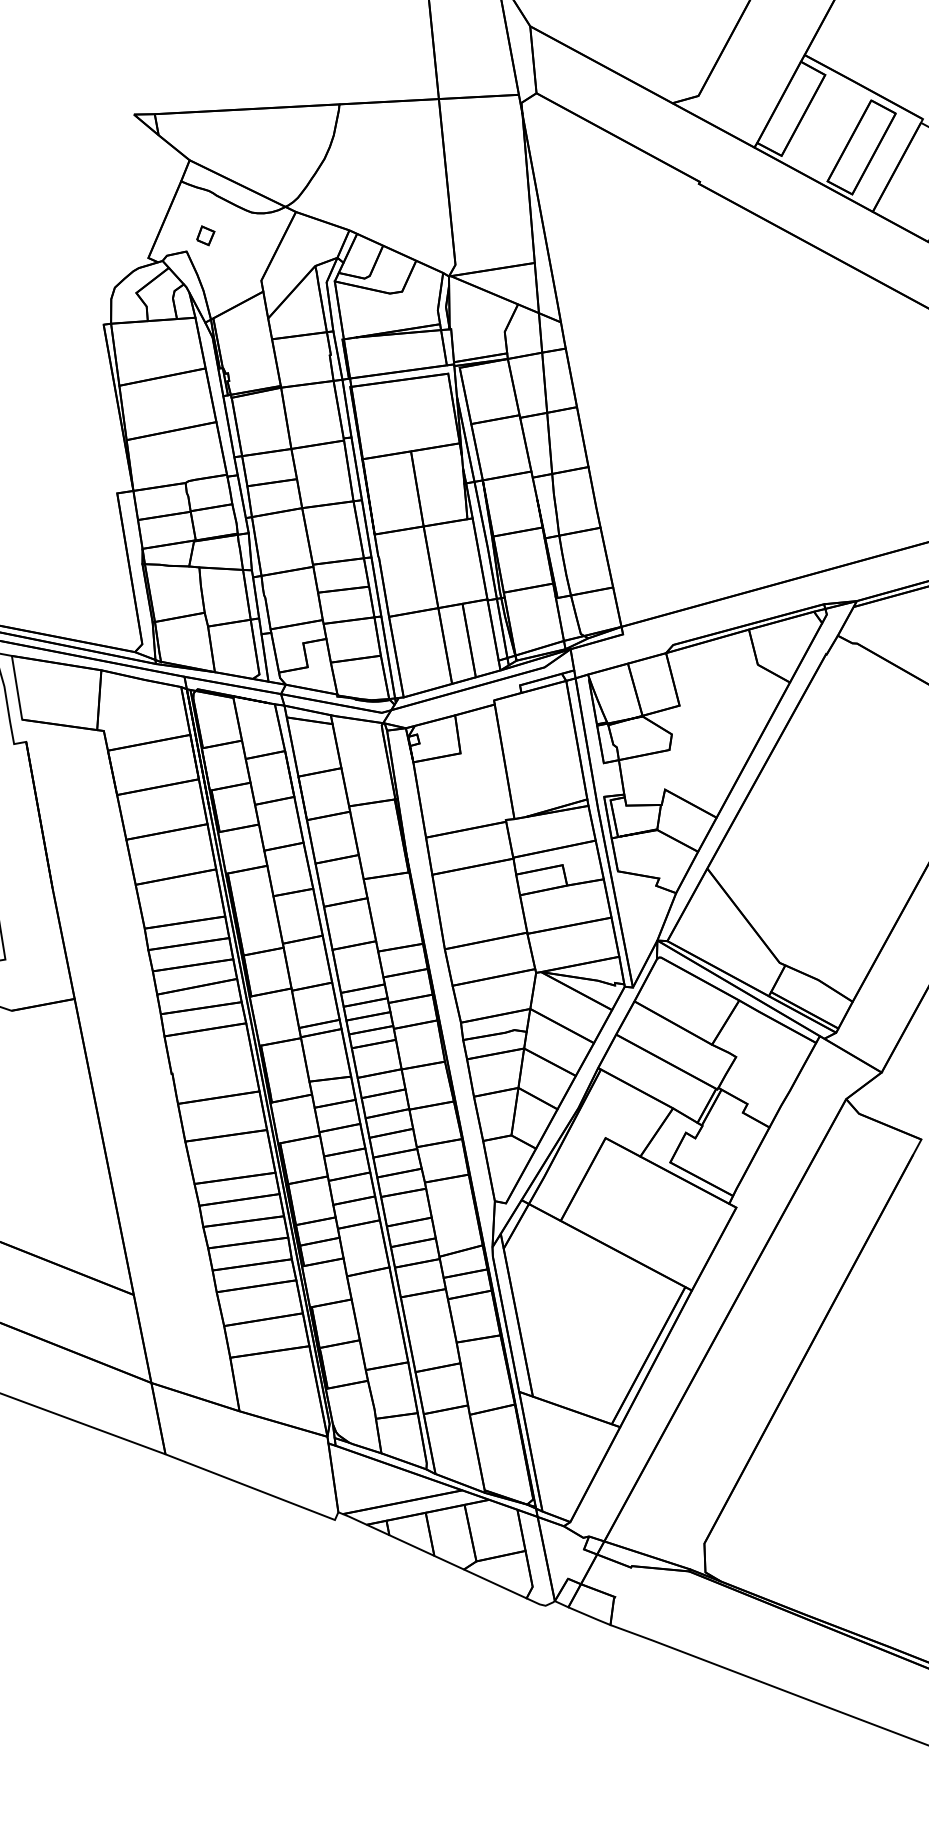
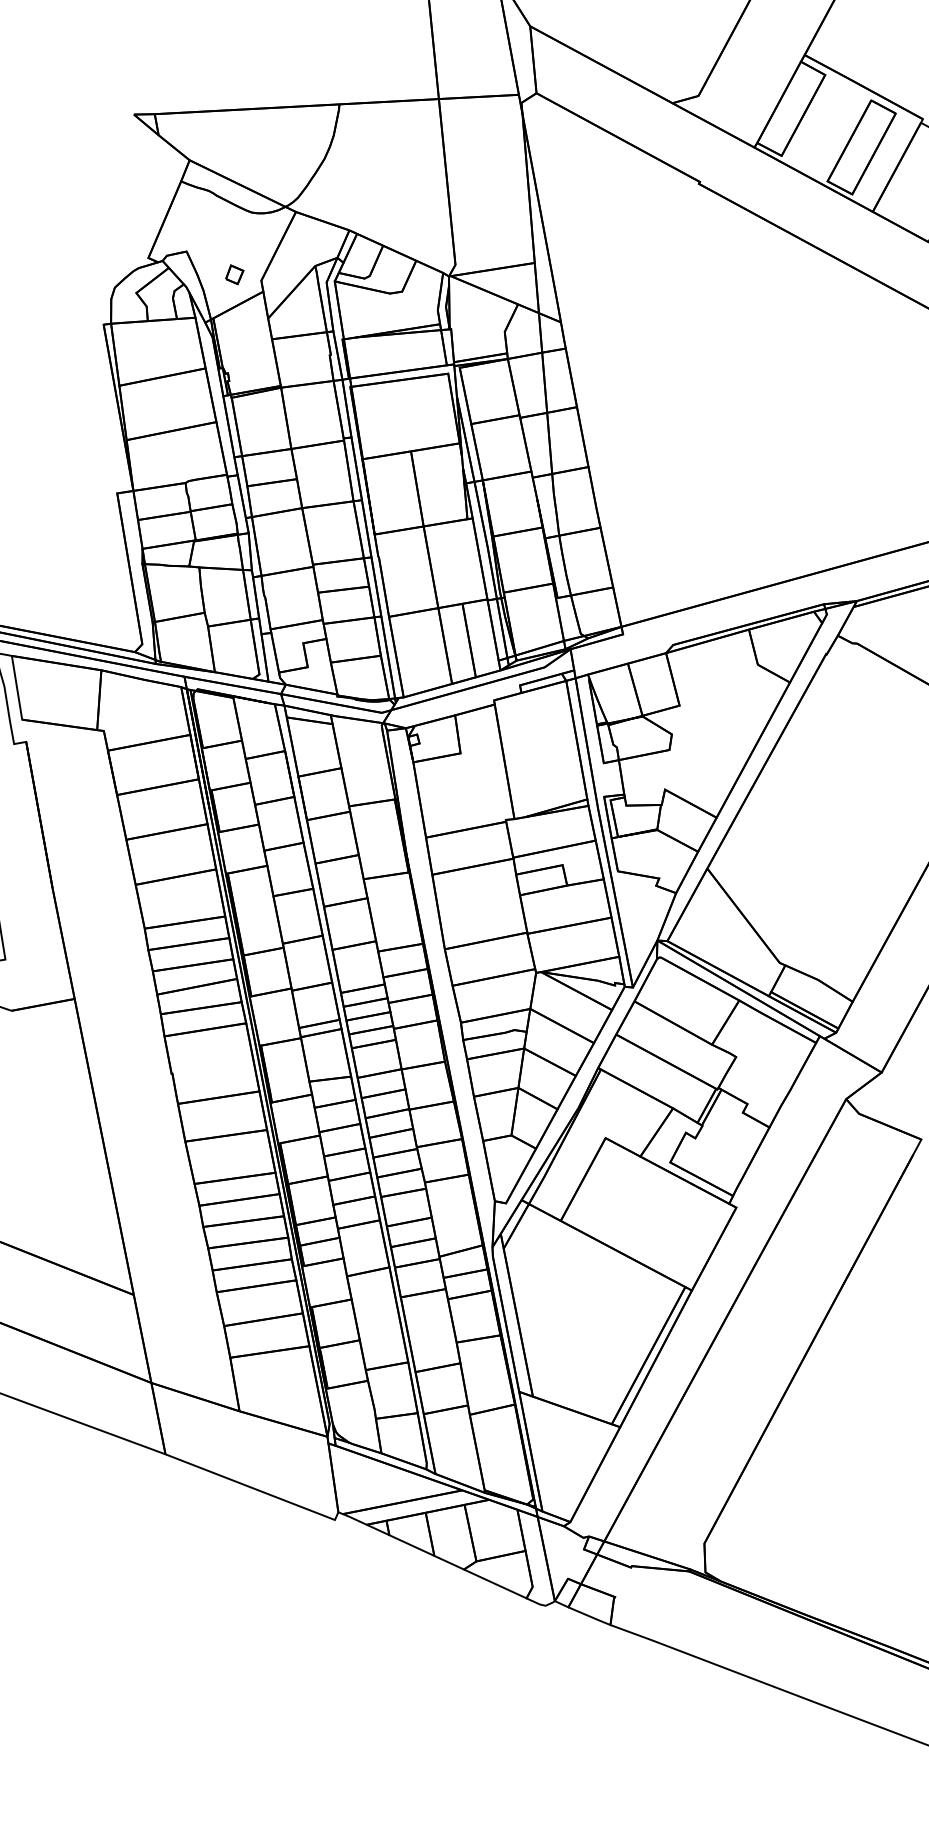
part at (205, 235) position: (205, 235) -> (234, 274)
